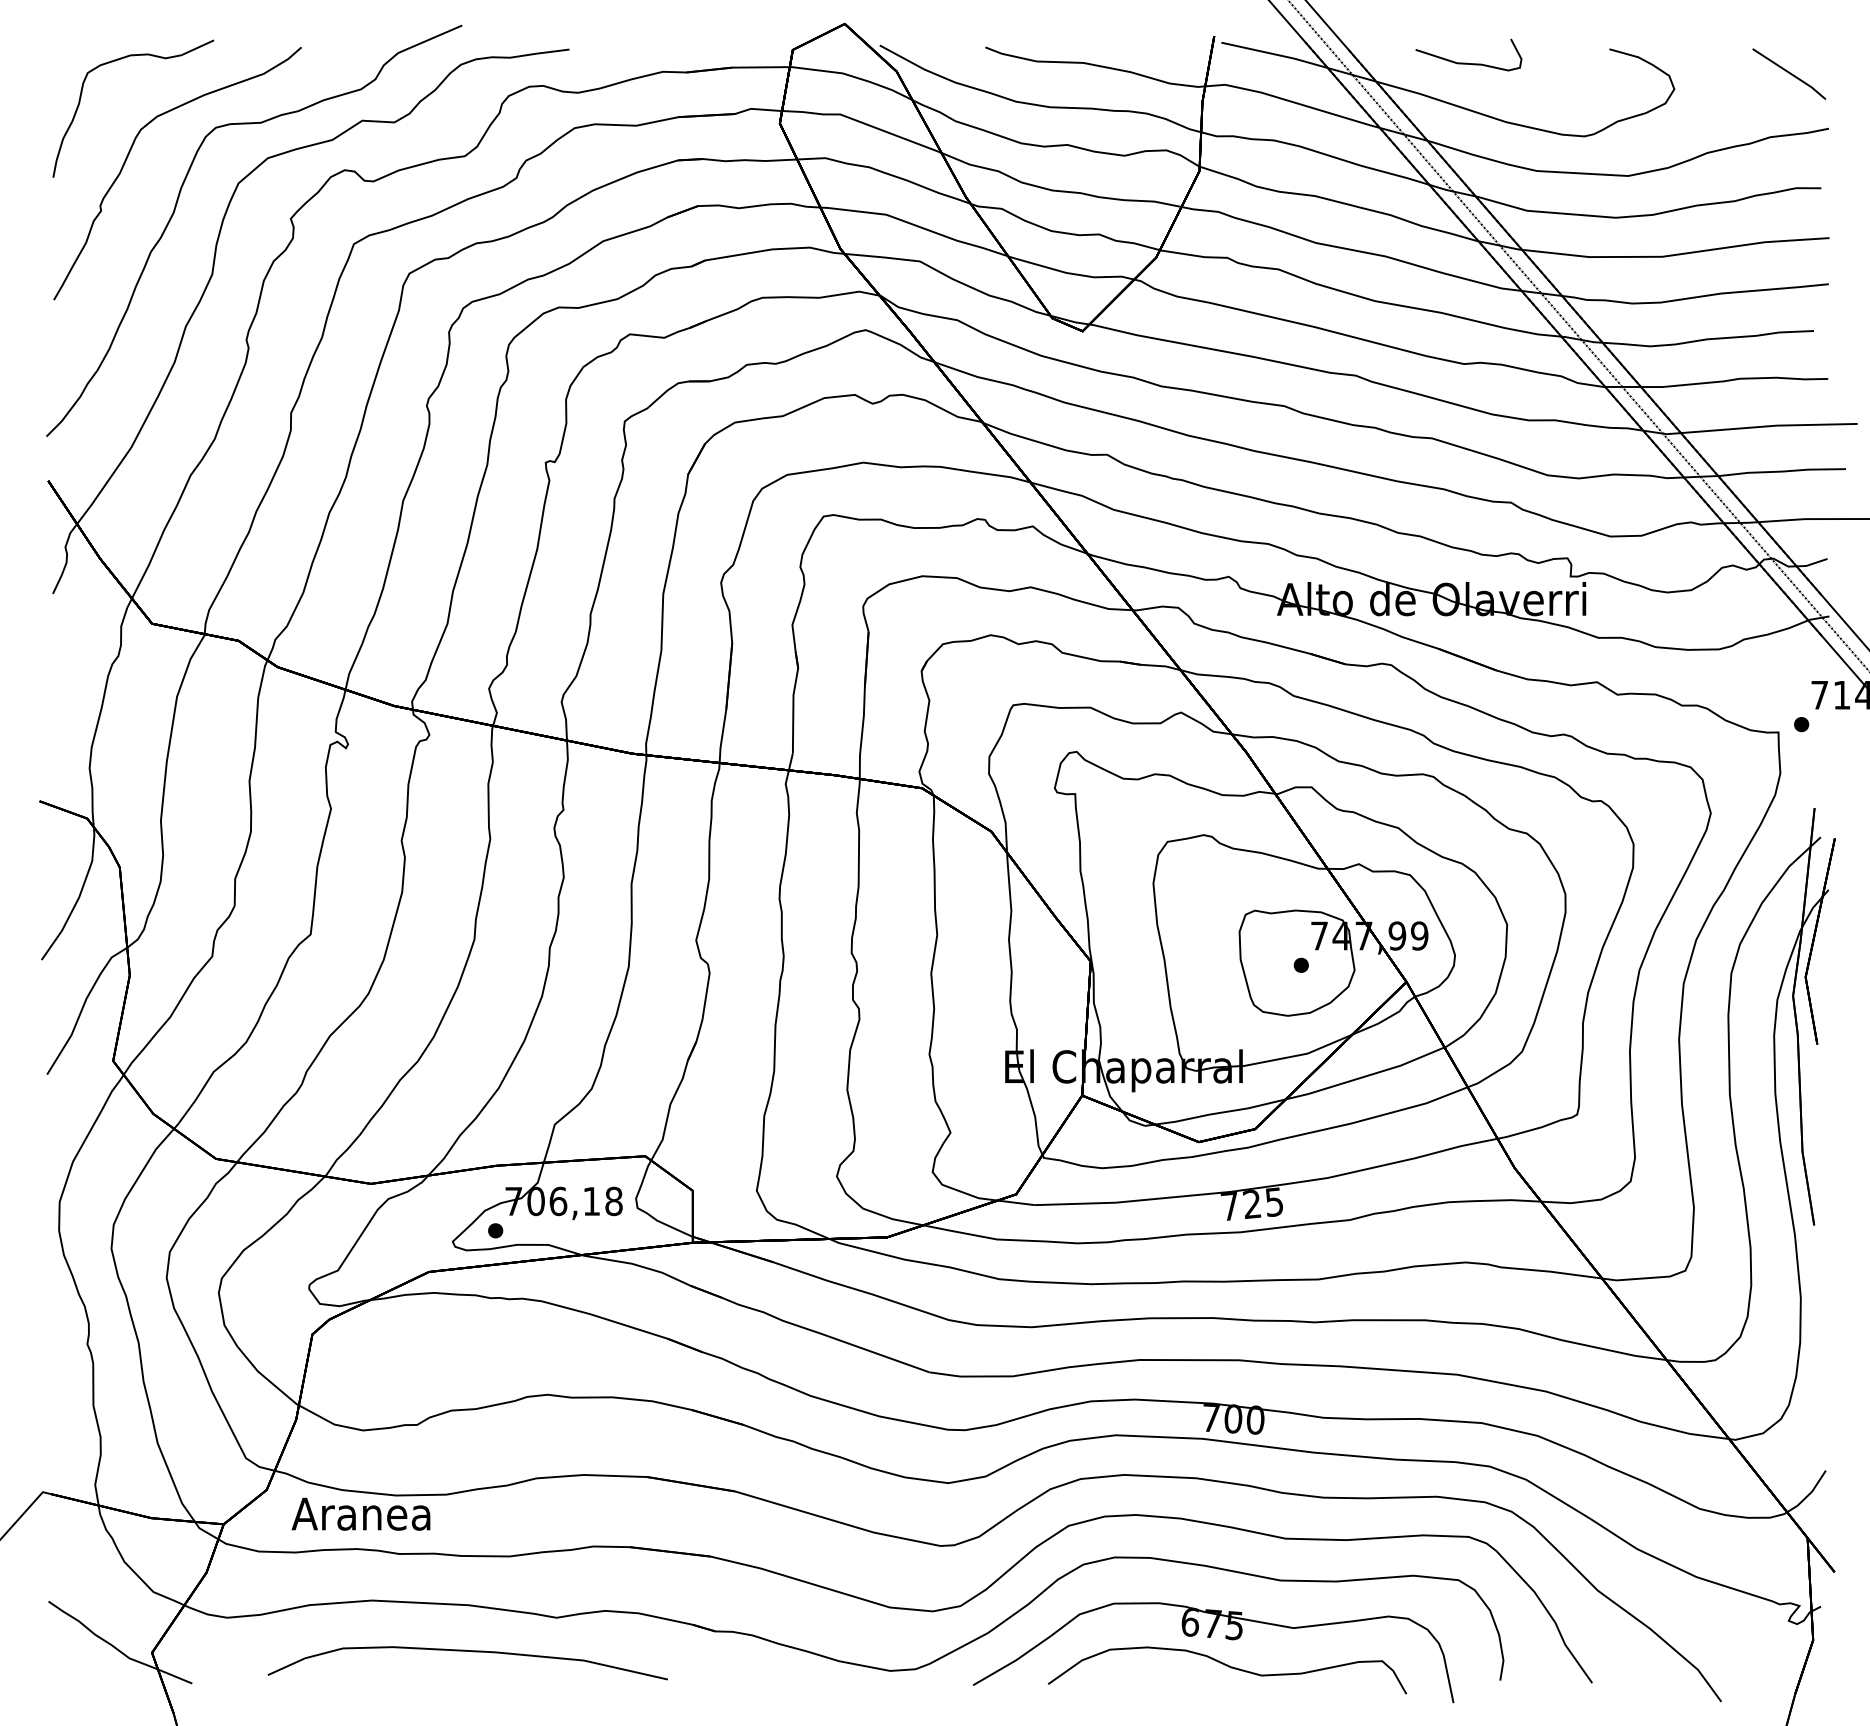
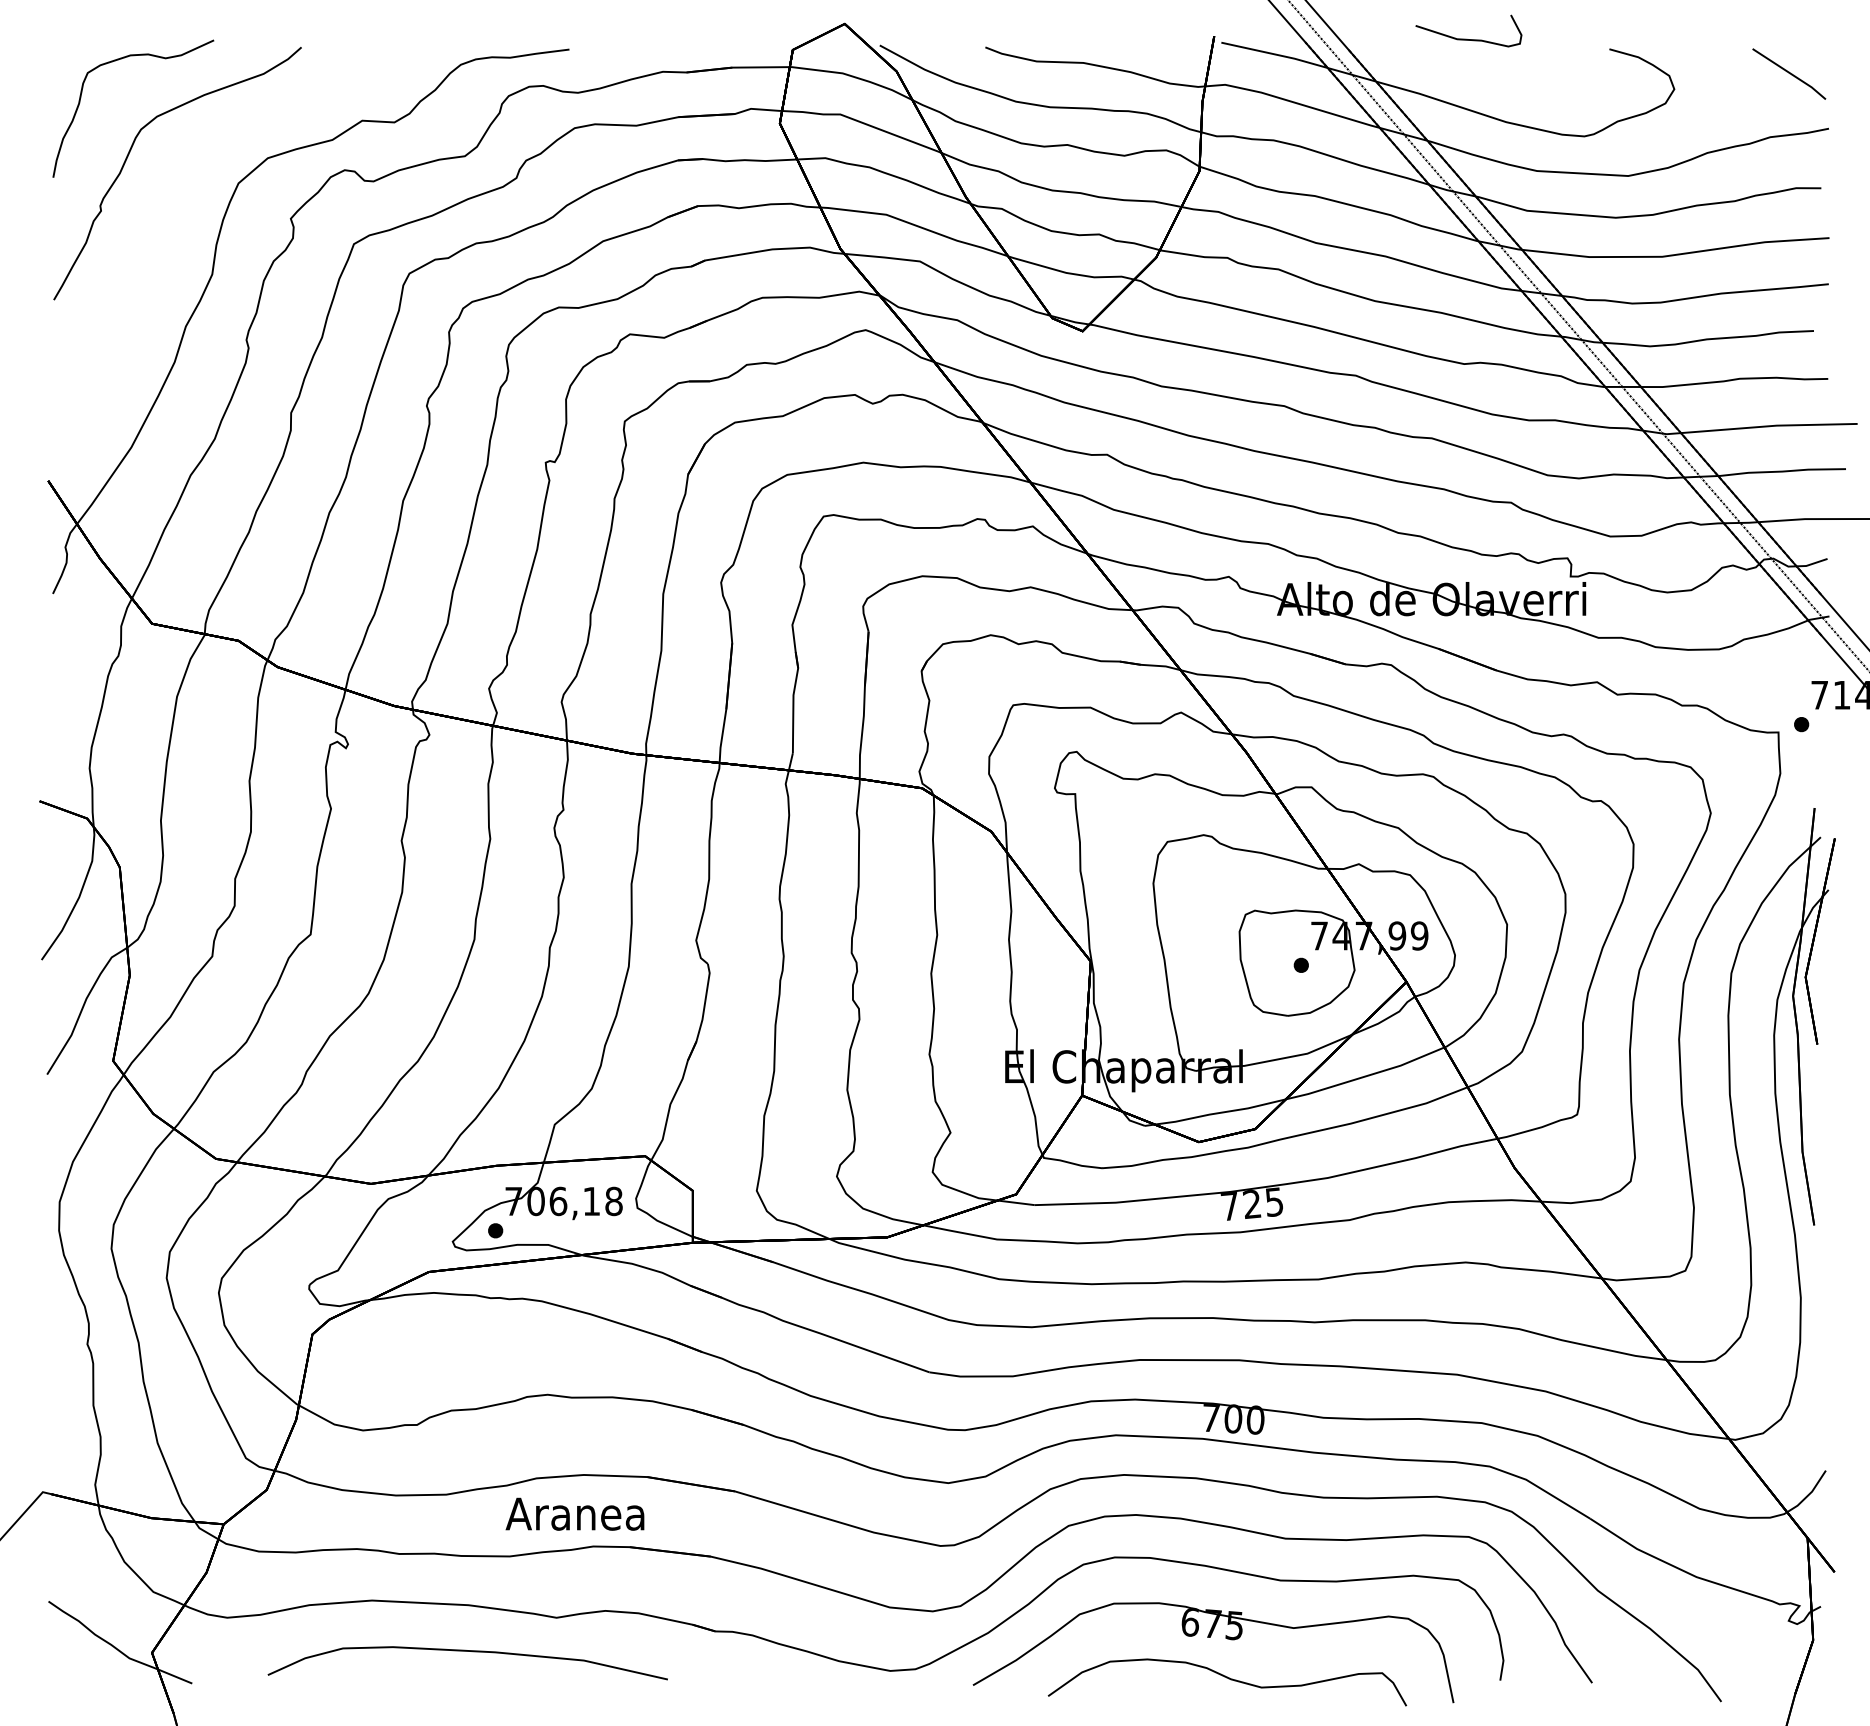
part at (1466, 62) position: (1466, 62) -> (1466, 38)
part at (177, 204): present -> none
text at (360, 1513) position: (360, 1513) -> (574, 1513)
curve at (1228, 1667) position: (1228, 1667) -> (1228, 1679)
